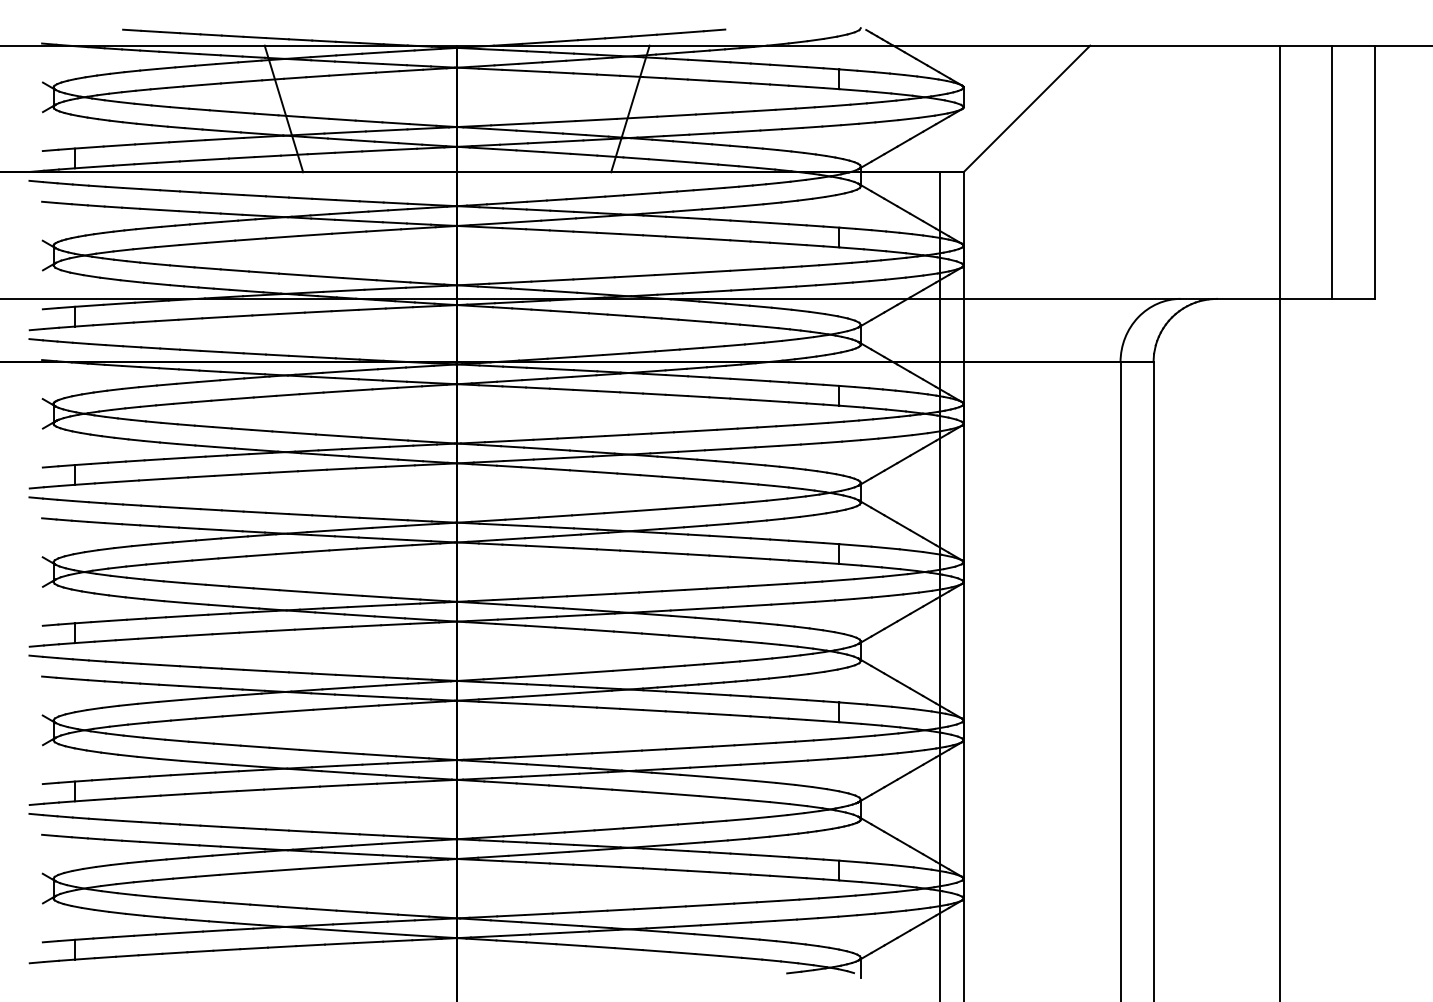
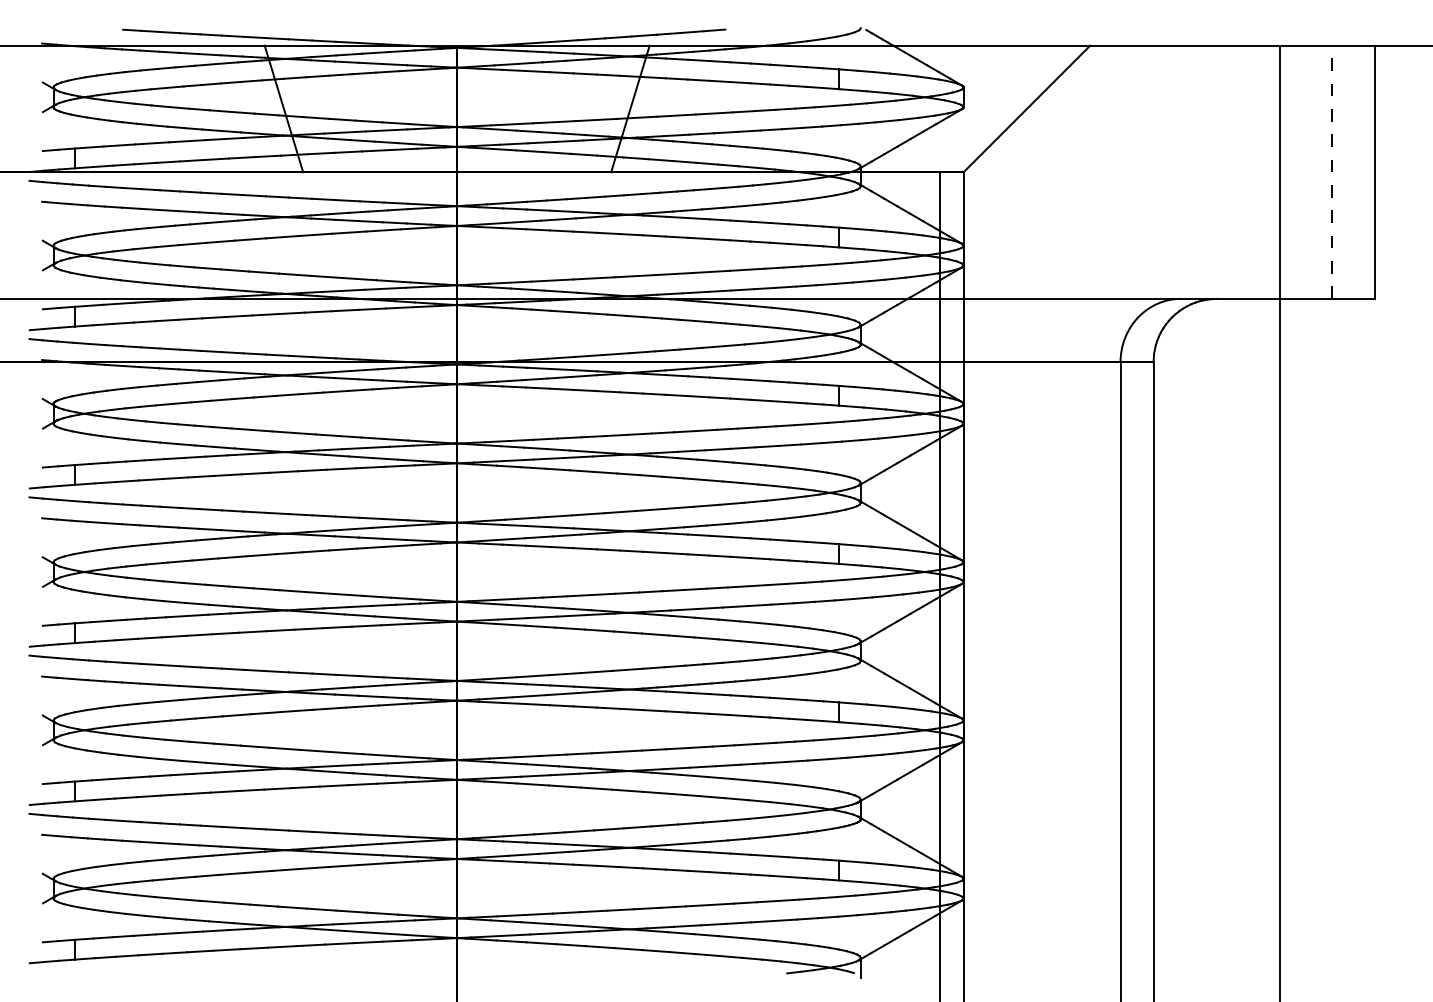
line at (1331, 172): solid -> dashed
